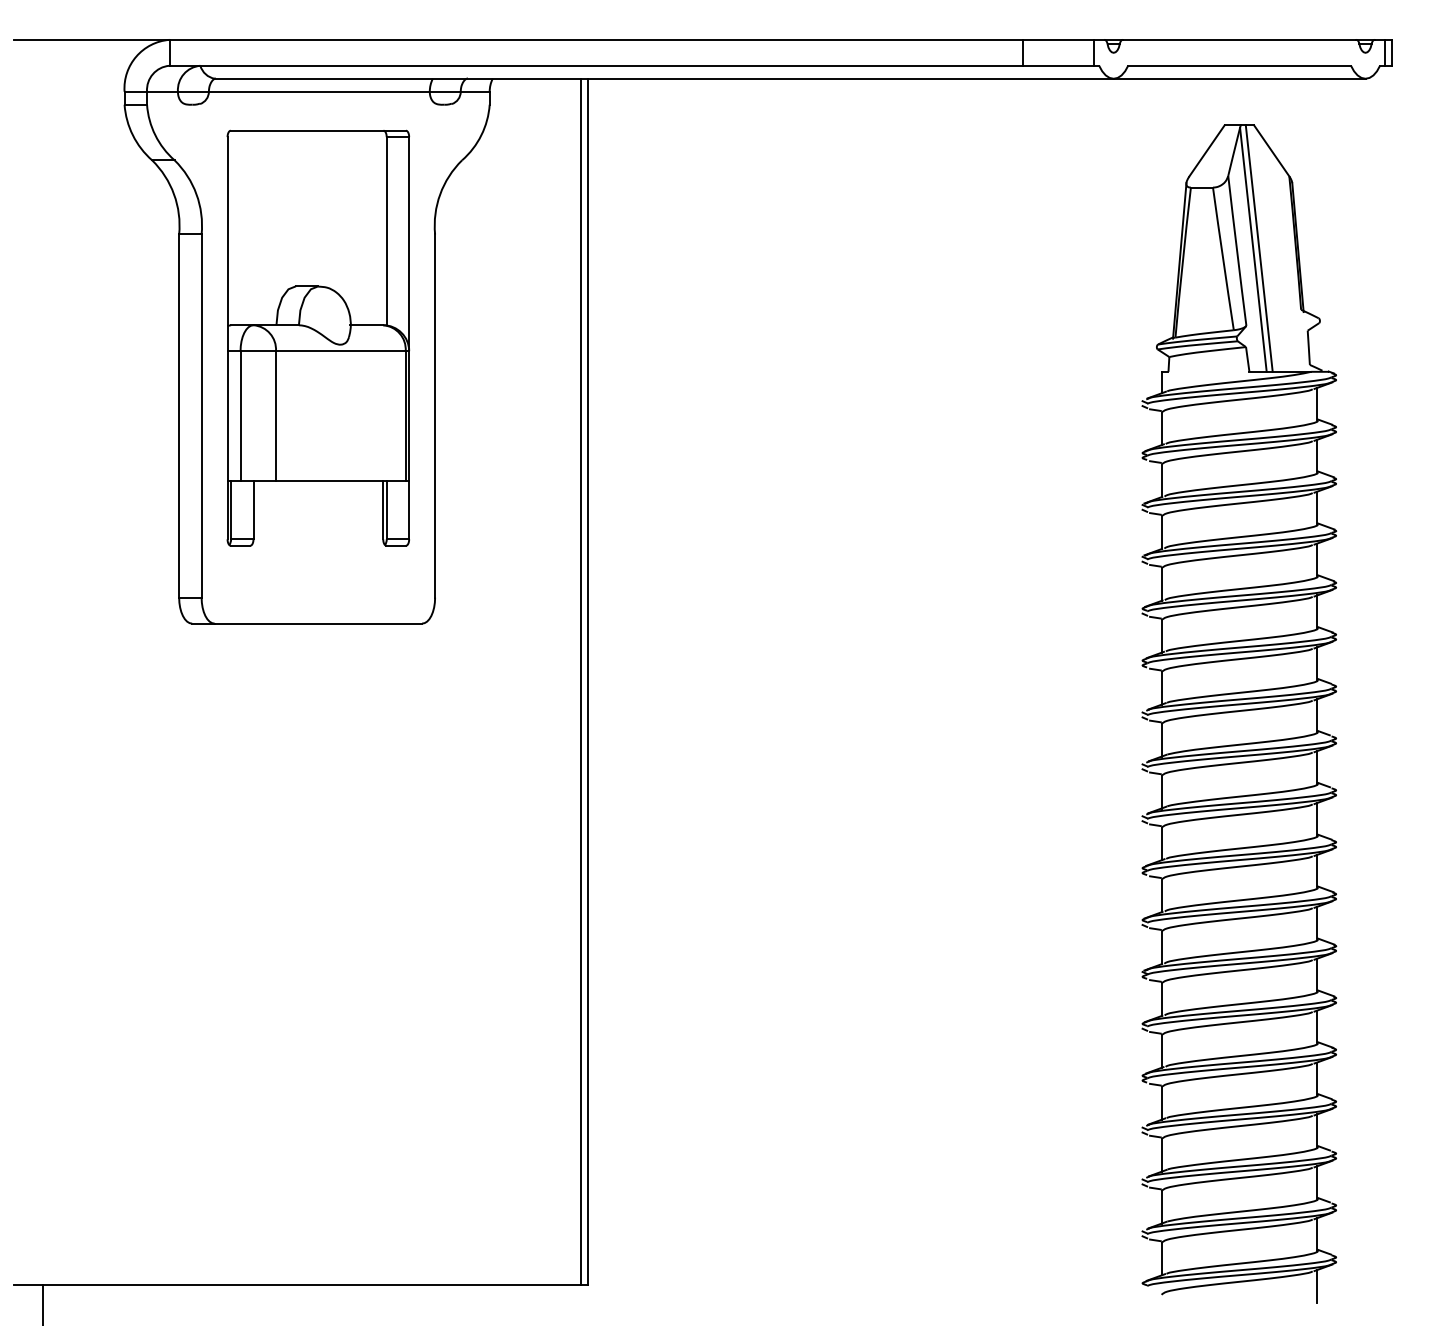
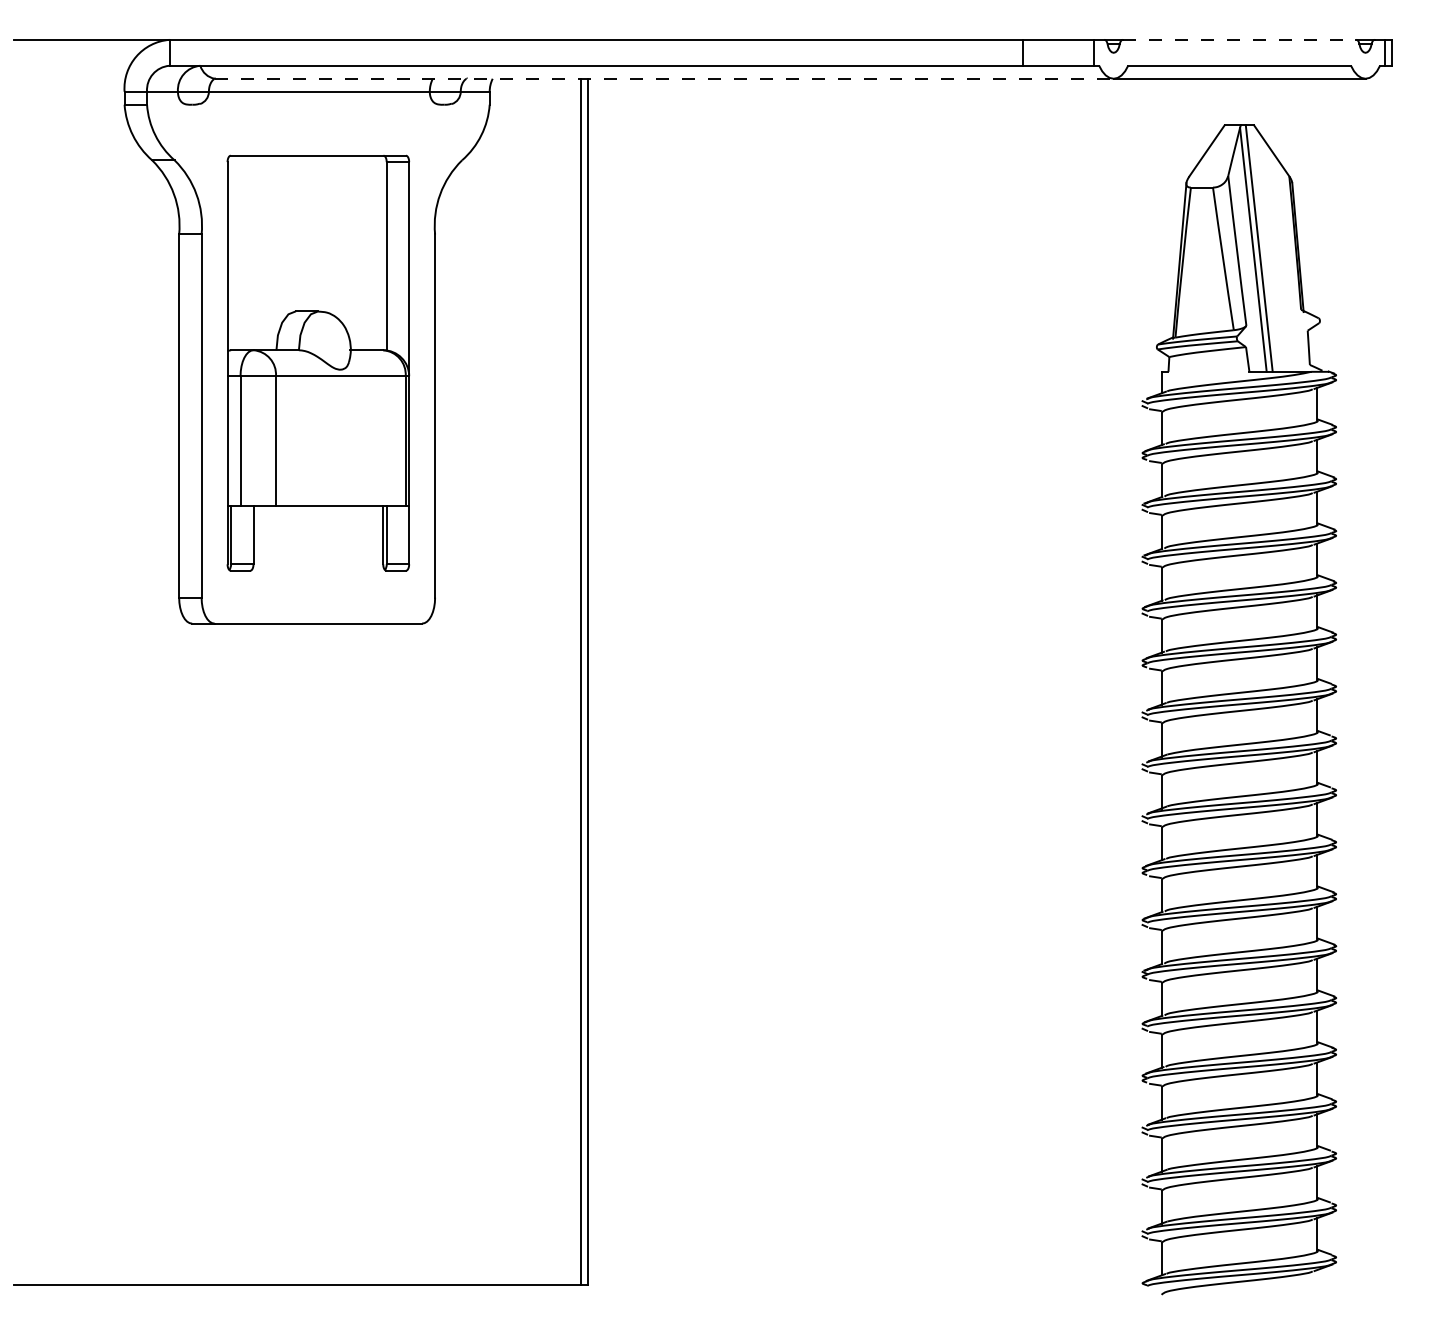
line at (1239, 39): solid -> dashed
line at (664, 78): solid -> dashed
part at (318, 337) position: (318, 337) -> (318, 362)
line at (1317, 1286): present -> none
line at (43, 1303): present -> none
